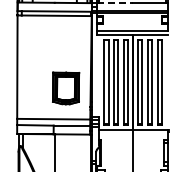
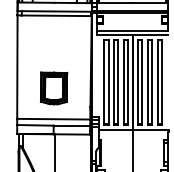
line at (114, 2): dashed -> solid
part at (66, 88) position: (66, 88) -> (54, 88)
